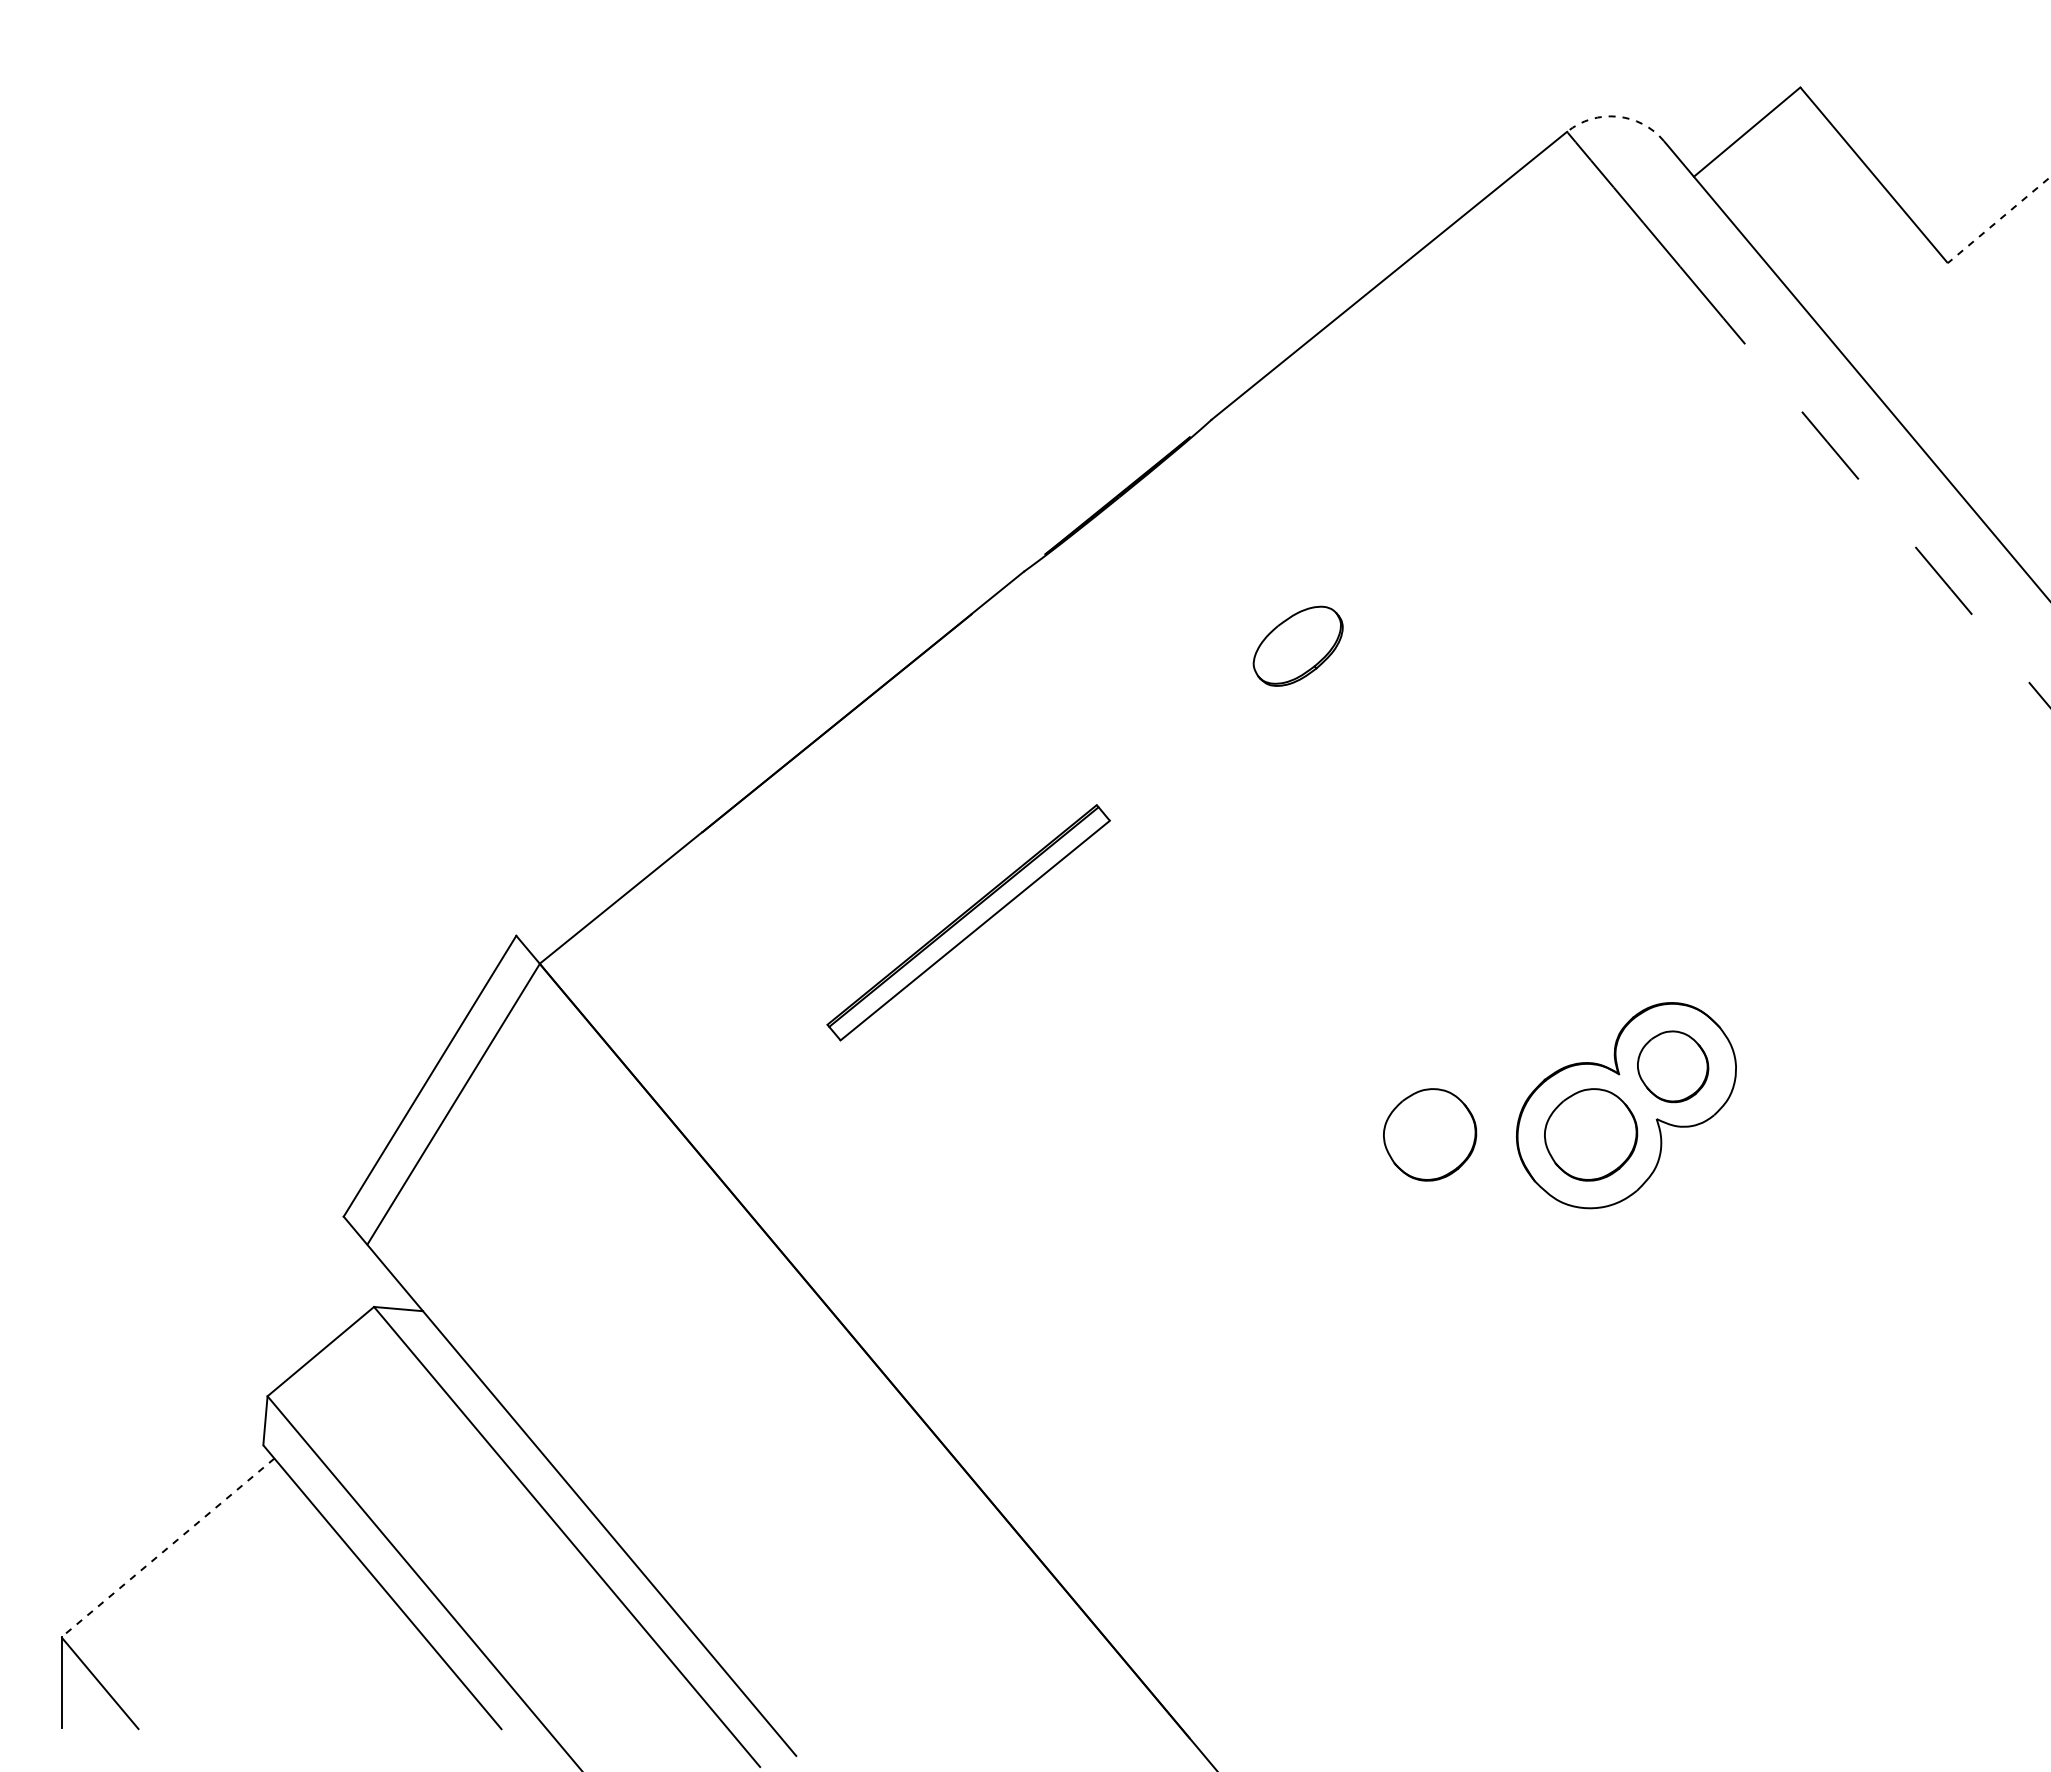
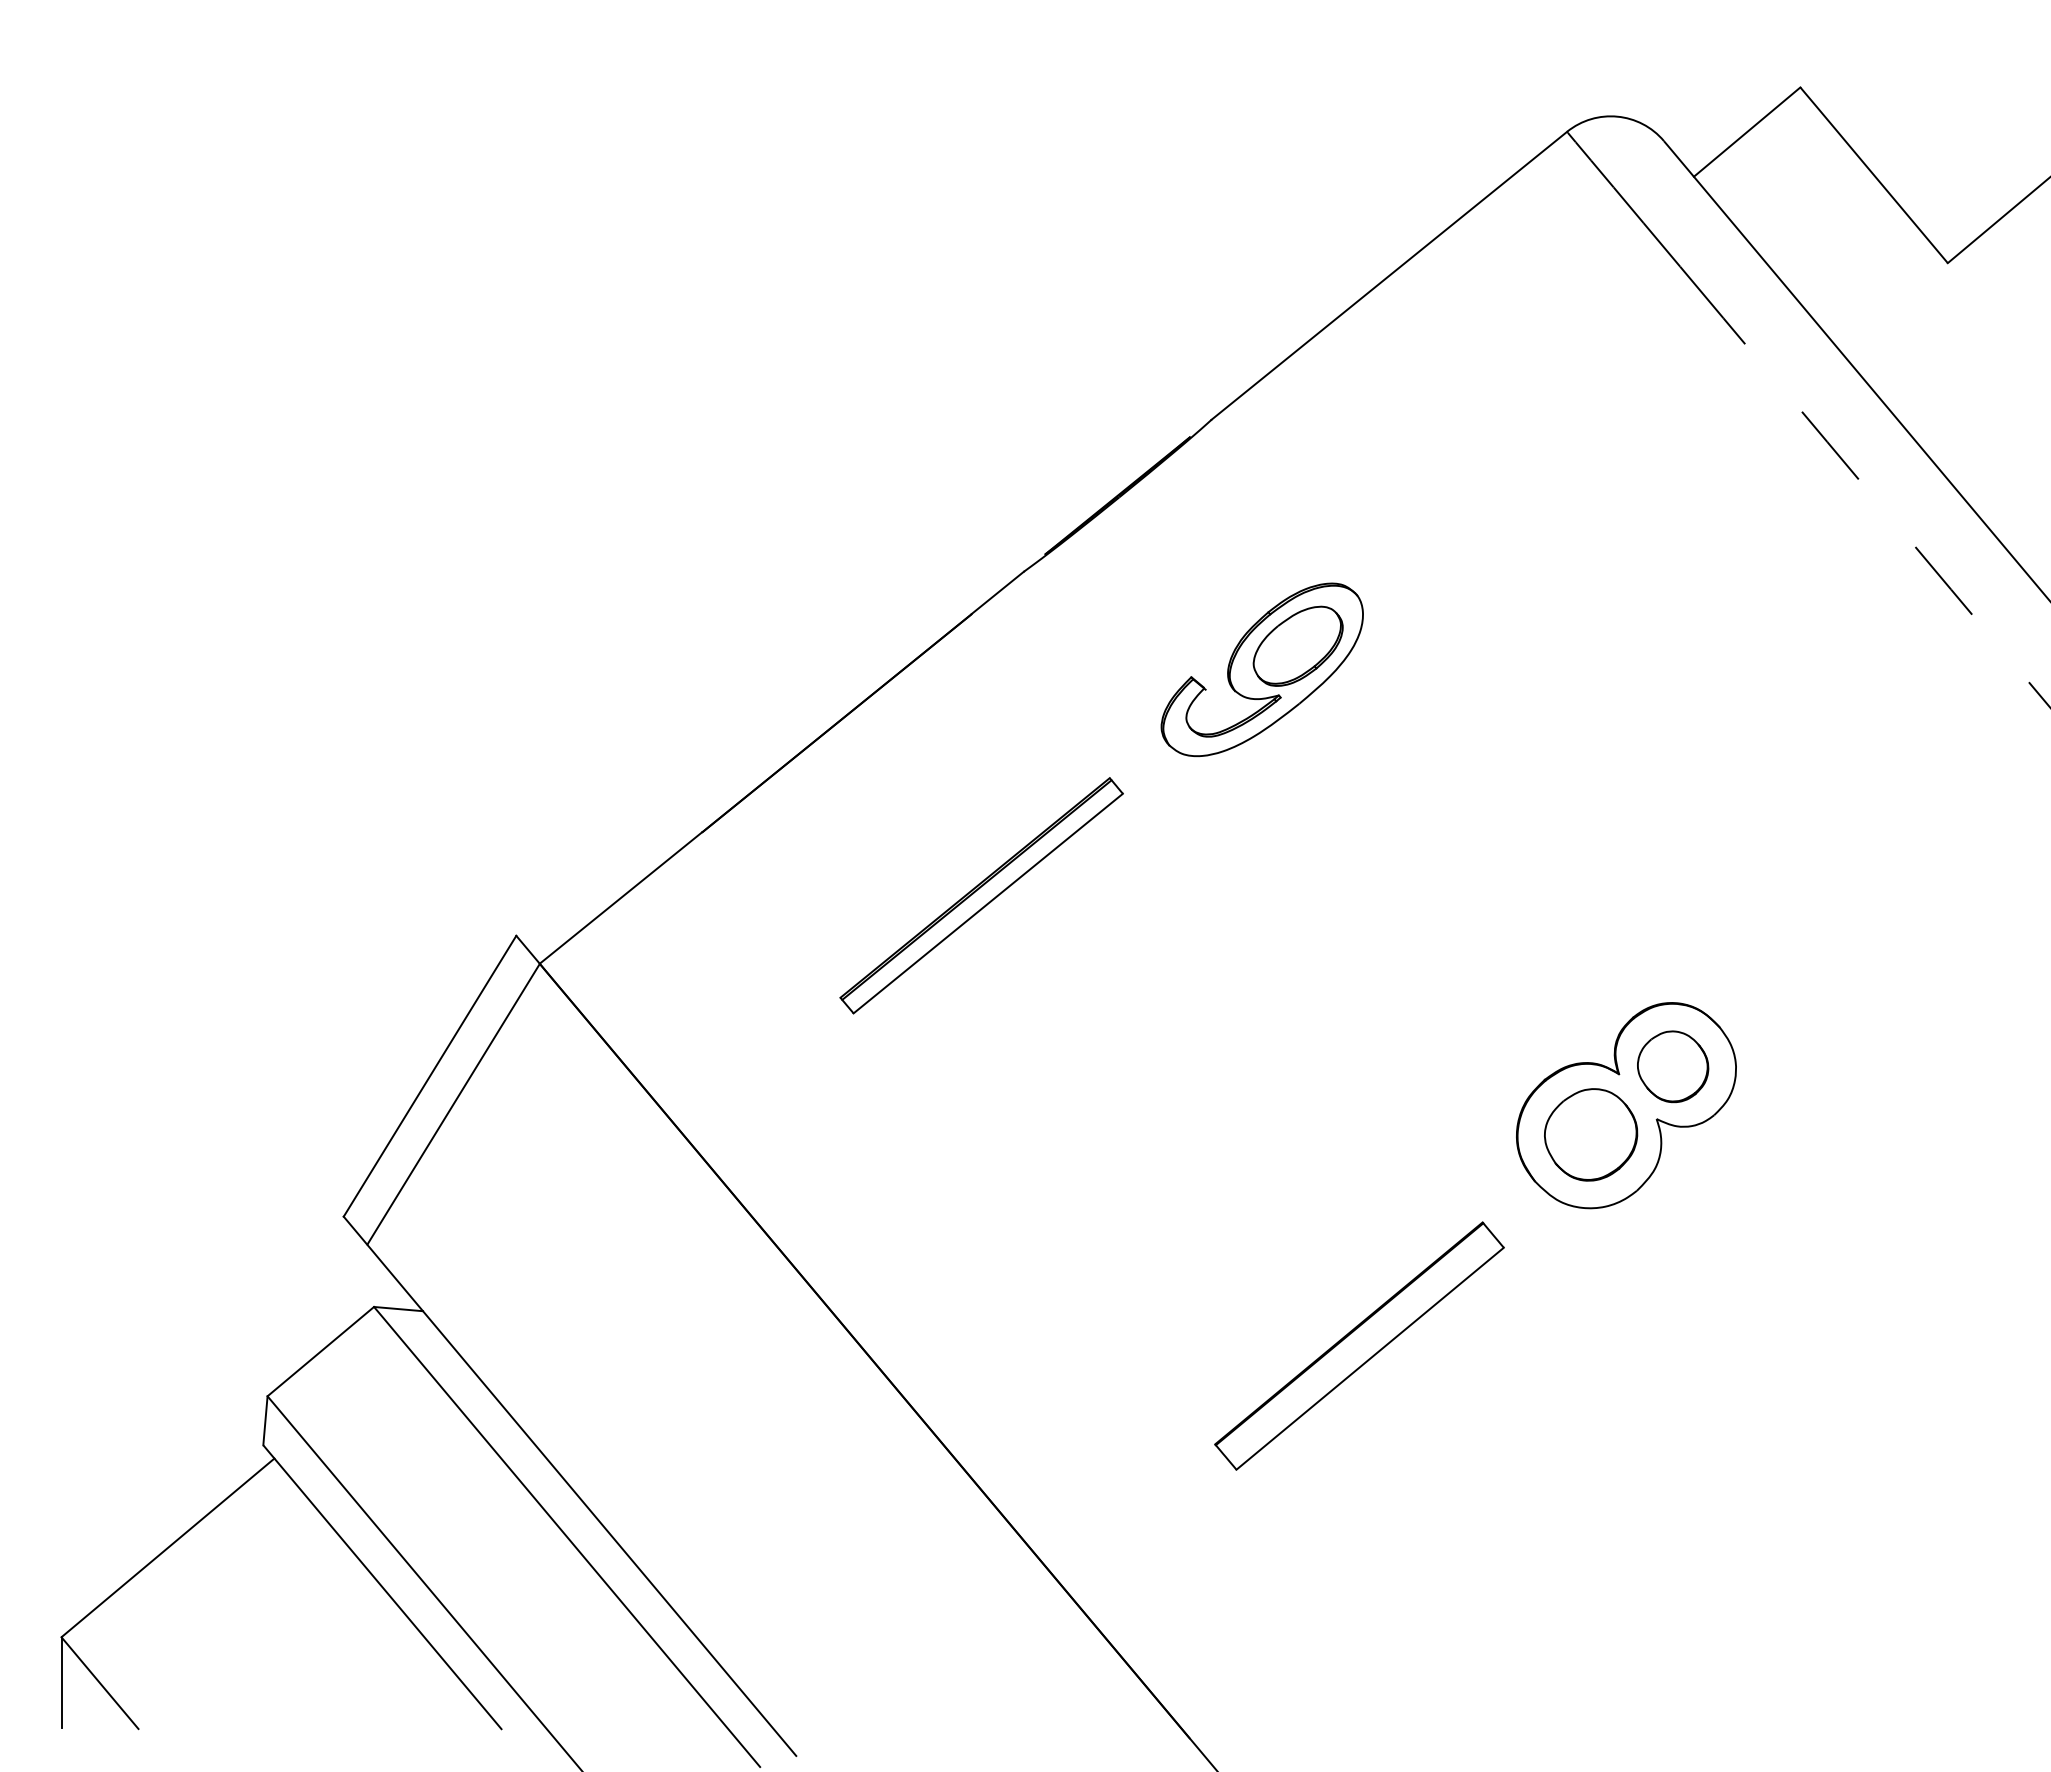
arc at (1617, 116): dashed -> solid
line at (1999, 220): dashed -> solid
part at (1261, 669): none -> present
part at (968, 922) position: (968, 922) -> (981, 895)
part at (1430, 1134): present -> none
part at (1359, 1345): none -> present
line at (167, 1547): dashed -> solid
